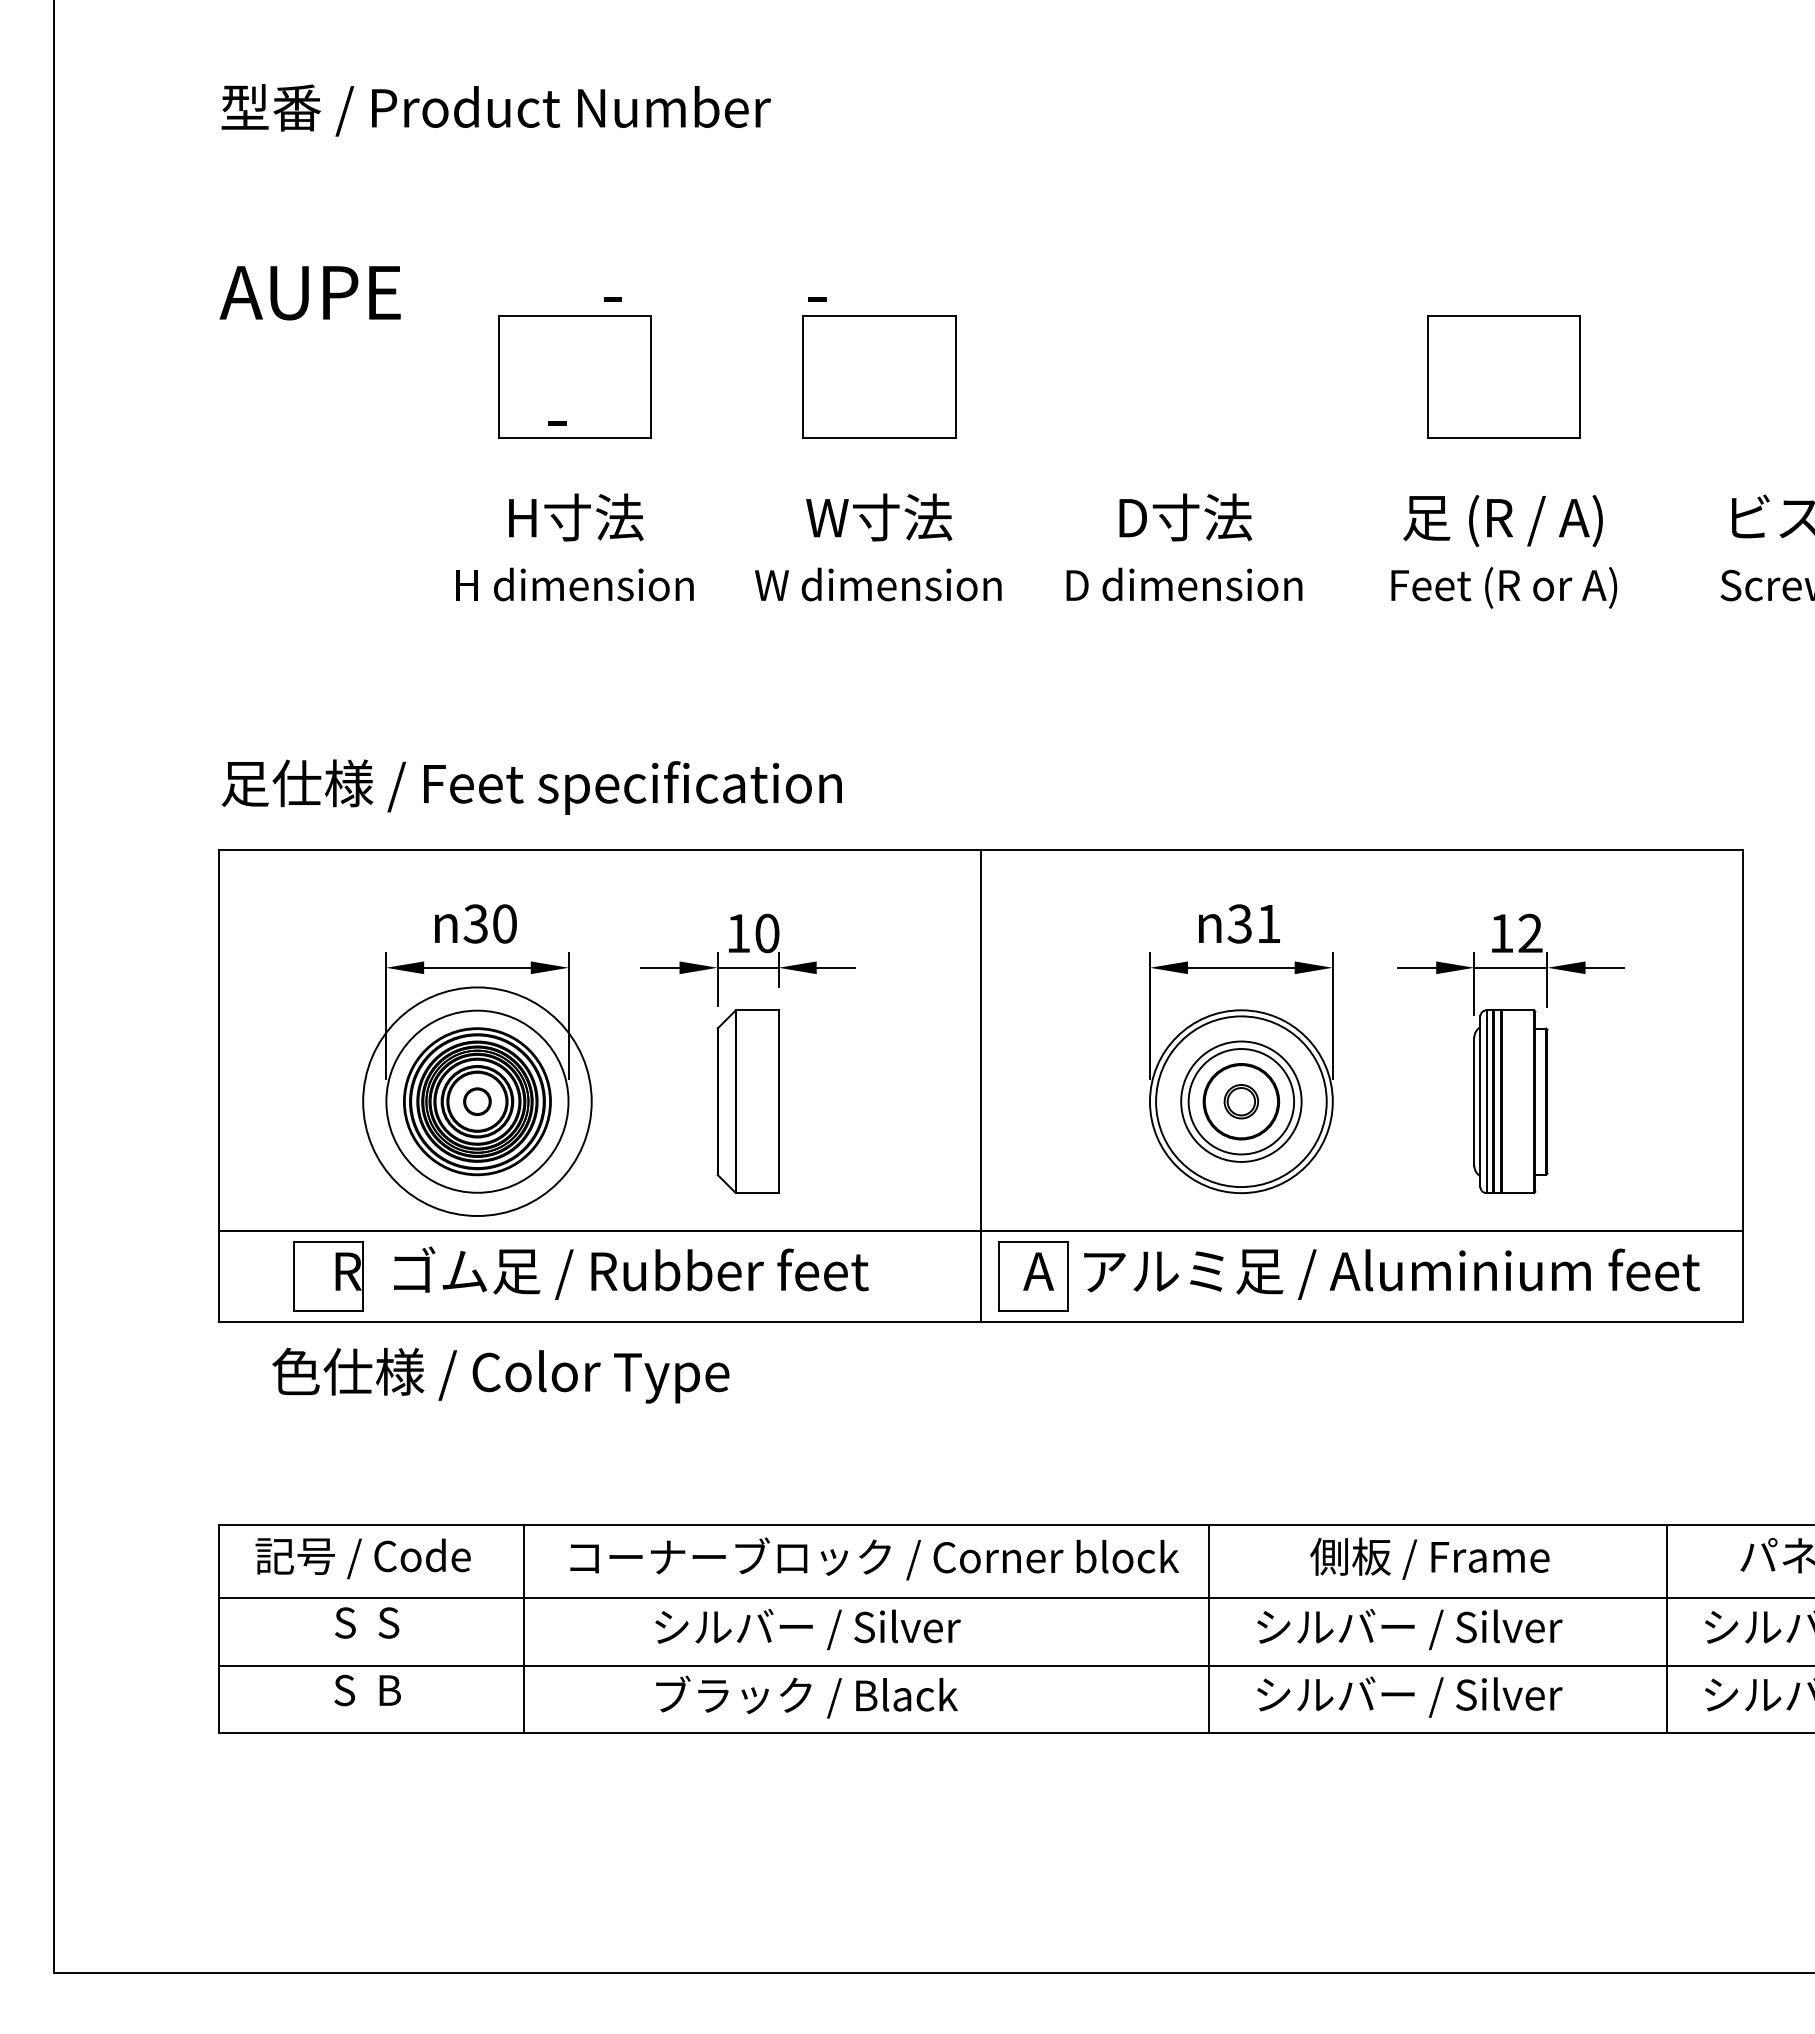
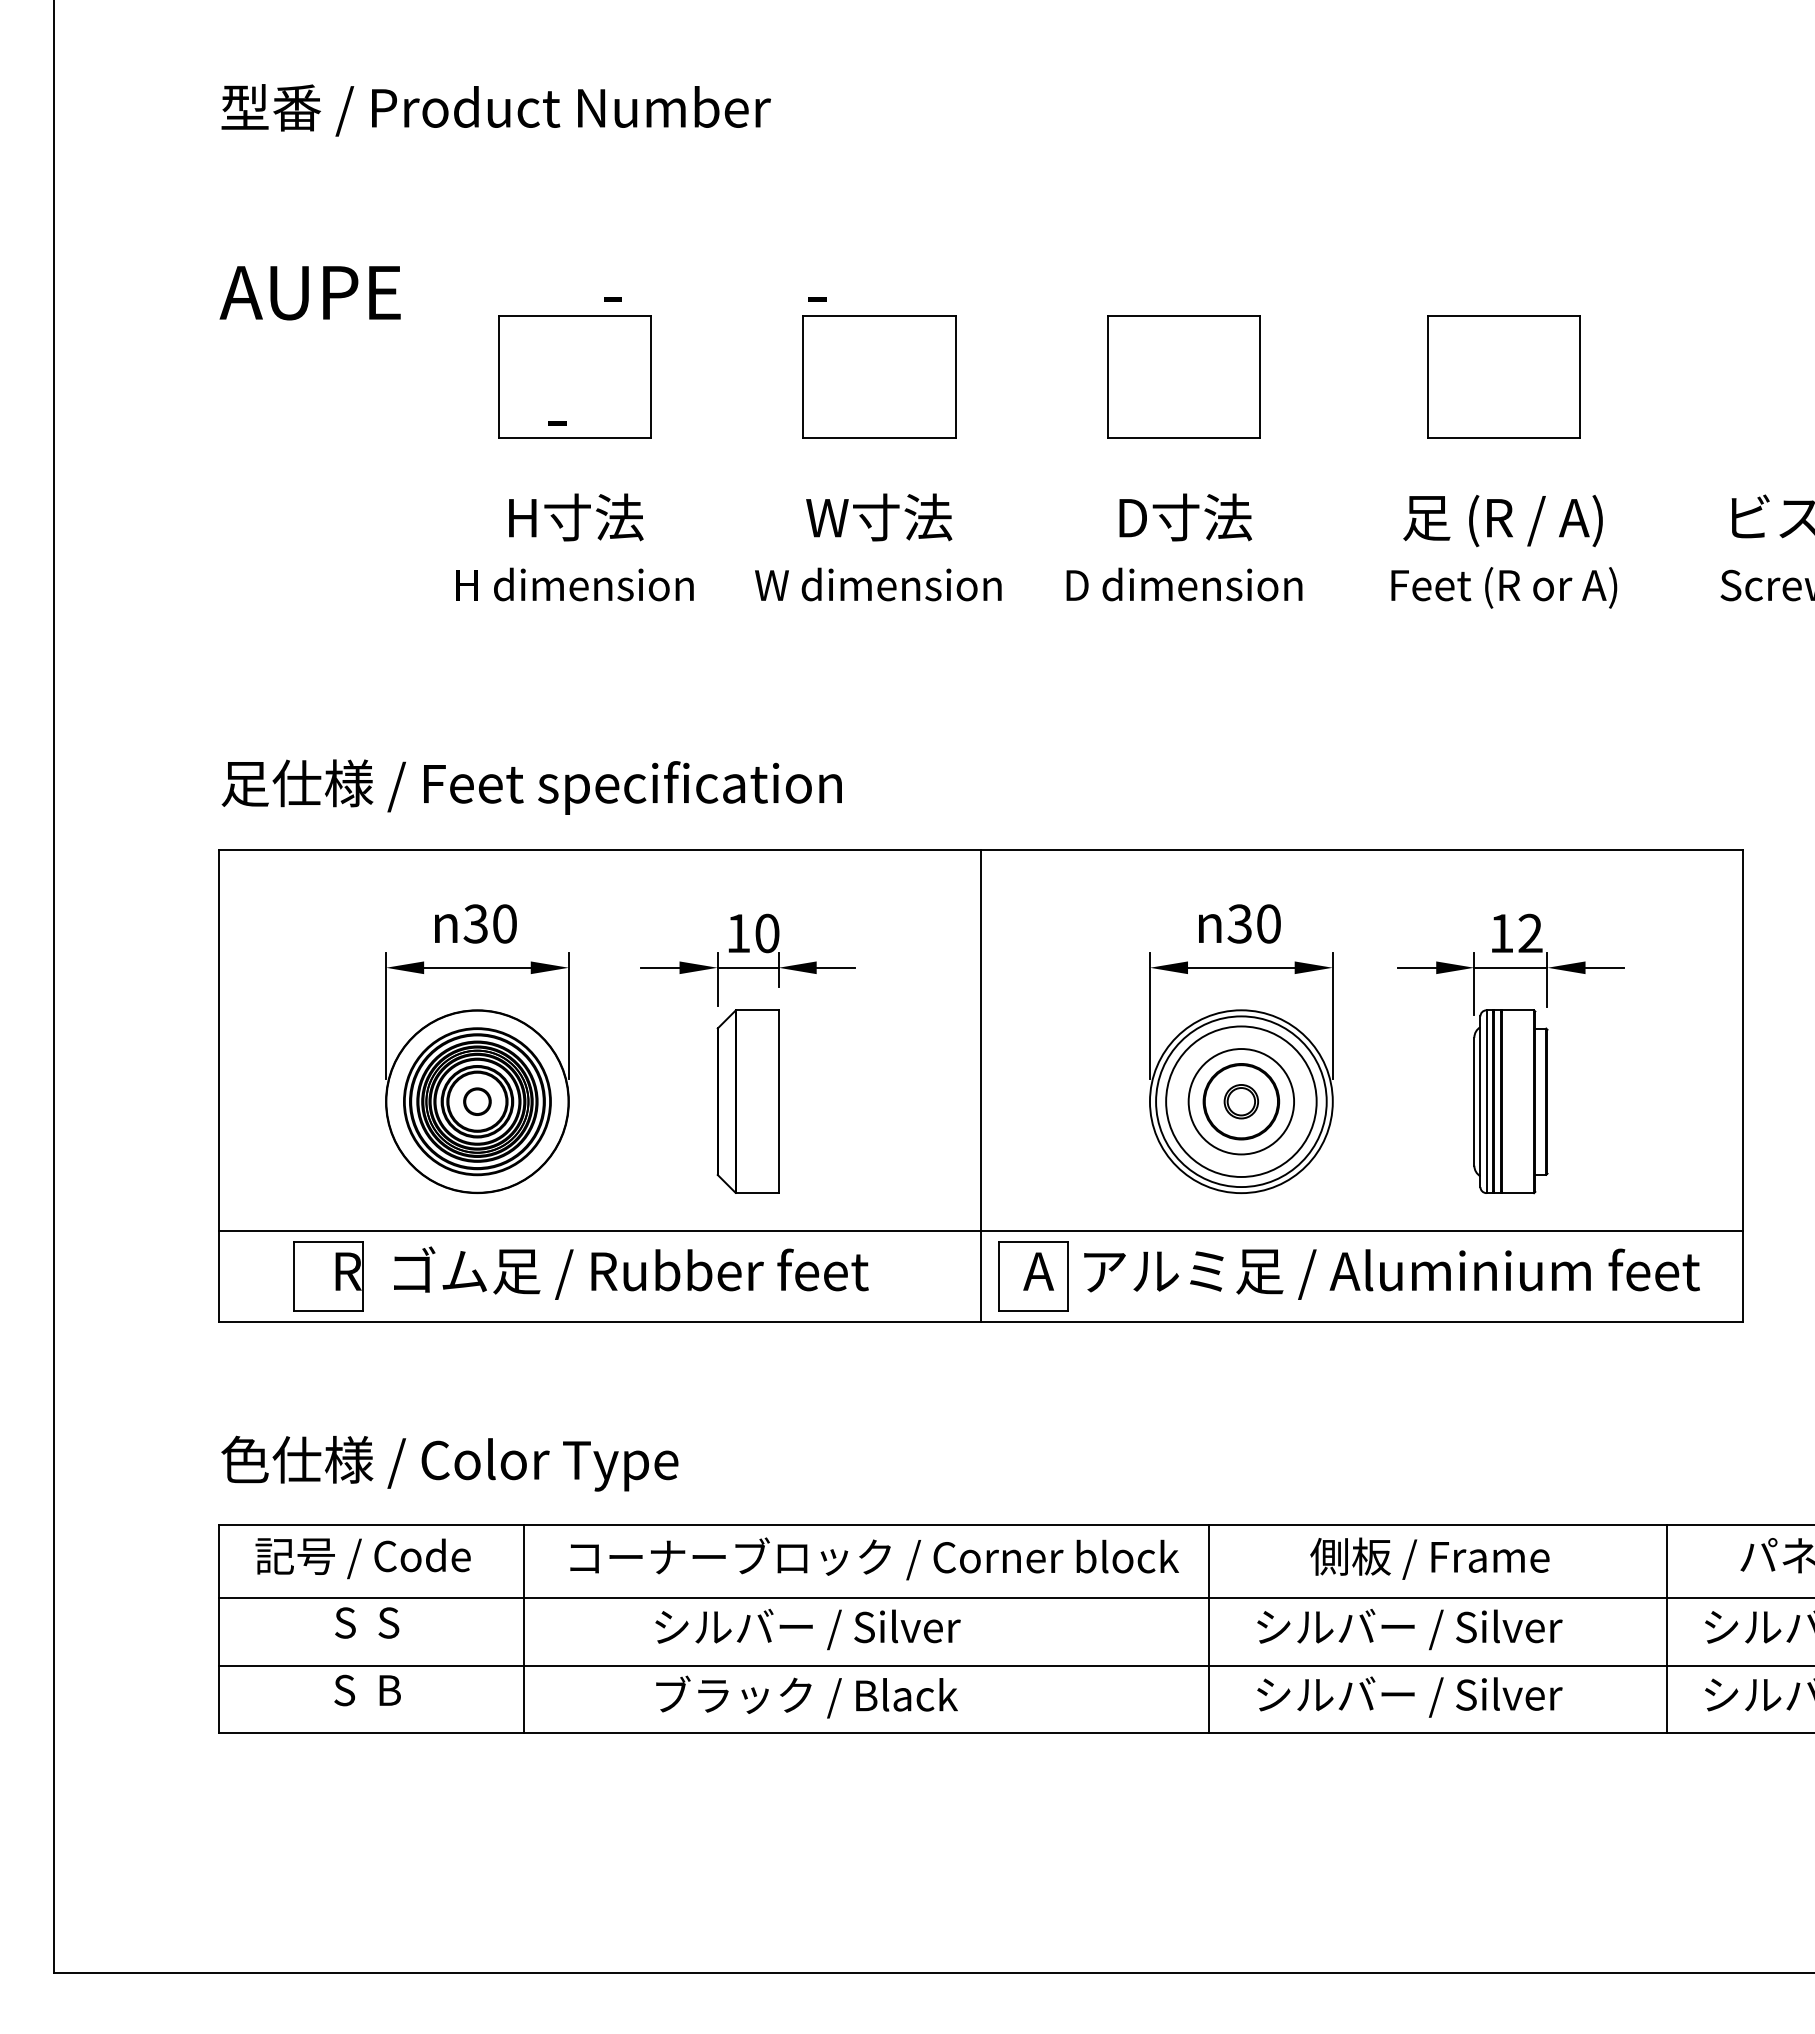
part at (1183, 376): none -> present
text at (1268, 923): 31 -> 30
circle at (477, 1101) diameter: 229 px -> 183 px
circle at (1241, 1101) diameter: 120 px -> 151 px
text at (500, 1375) position: (500, 1375) -> (449, 1463)
